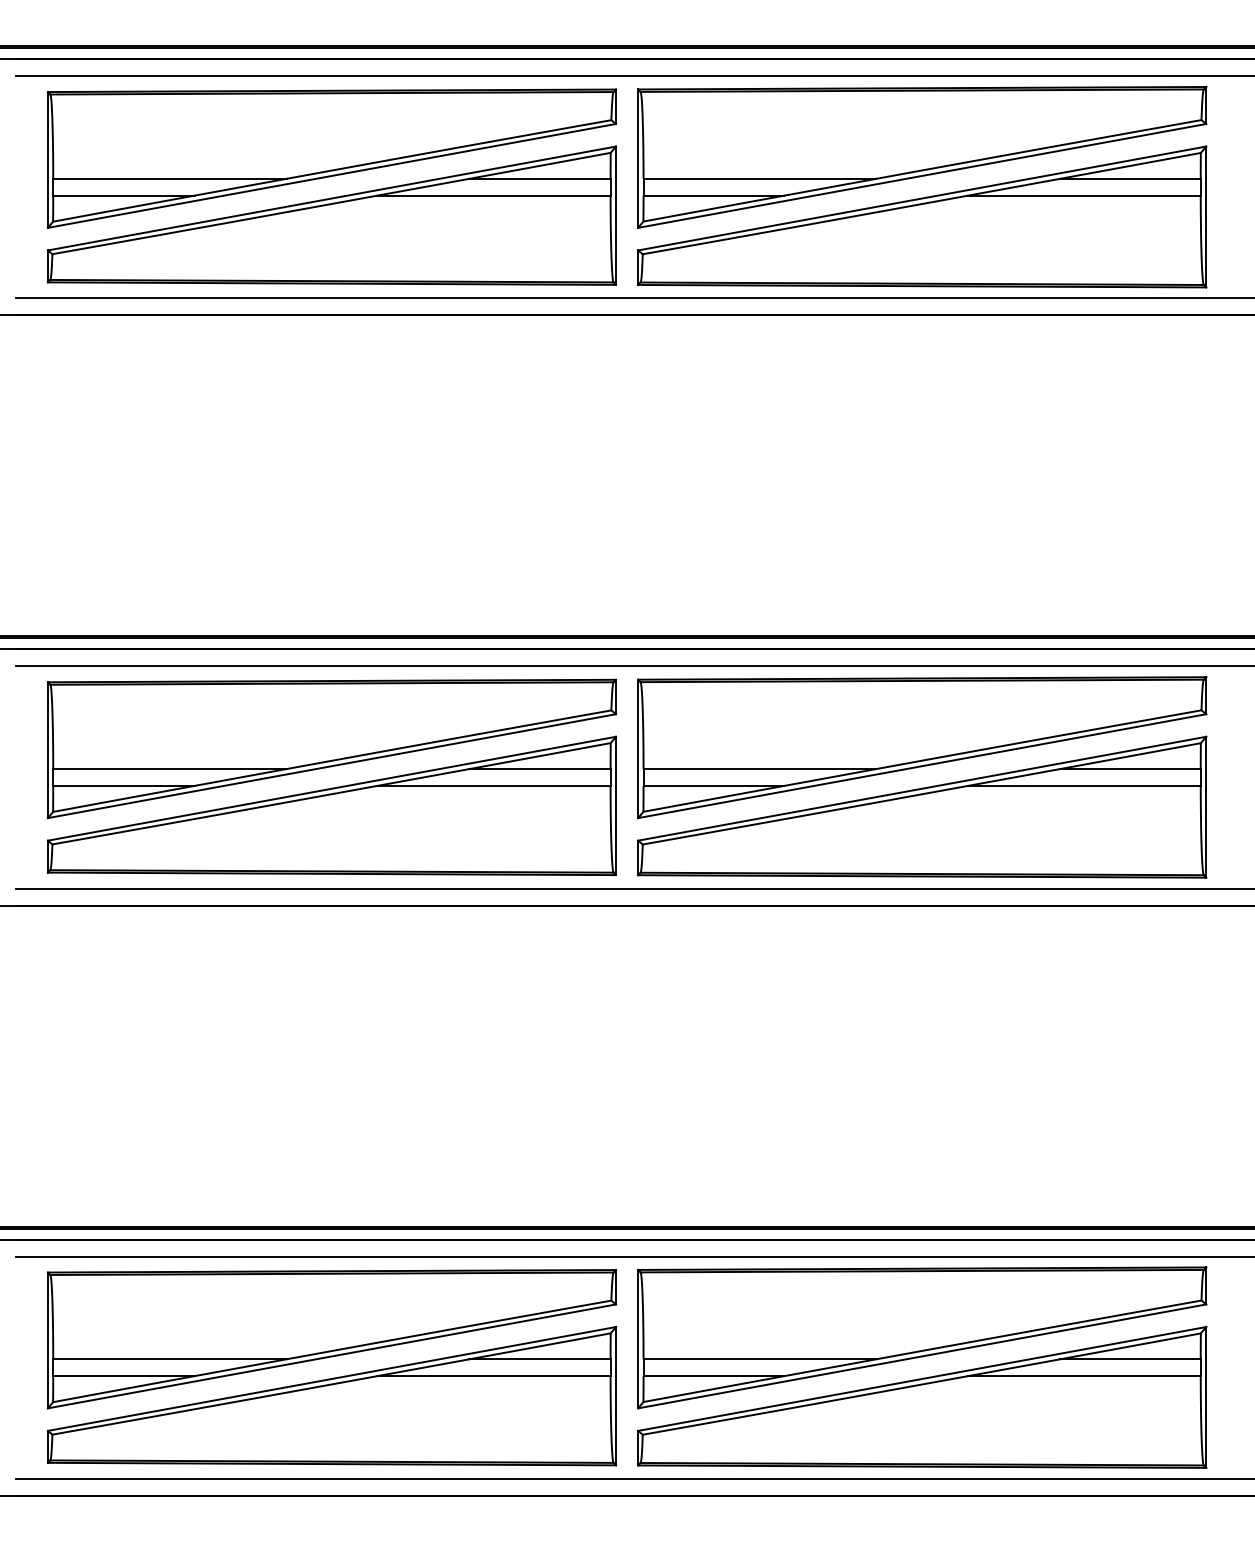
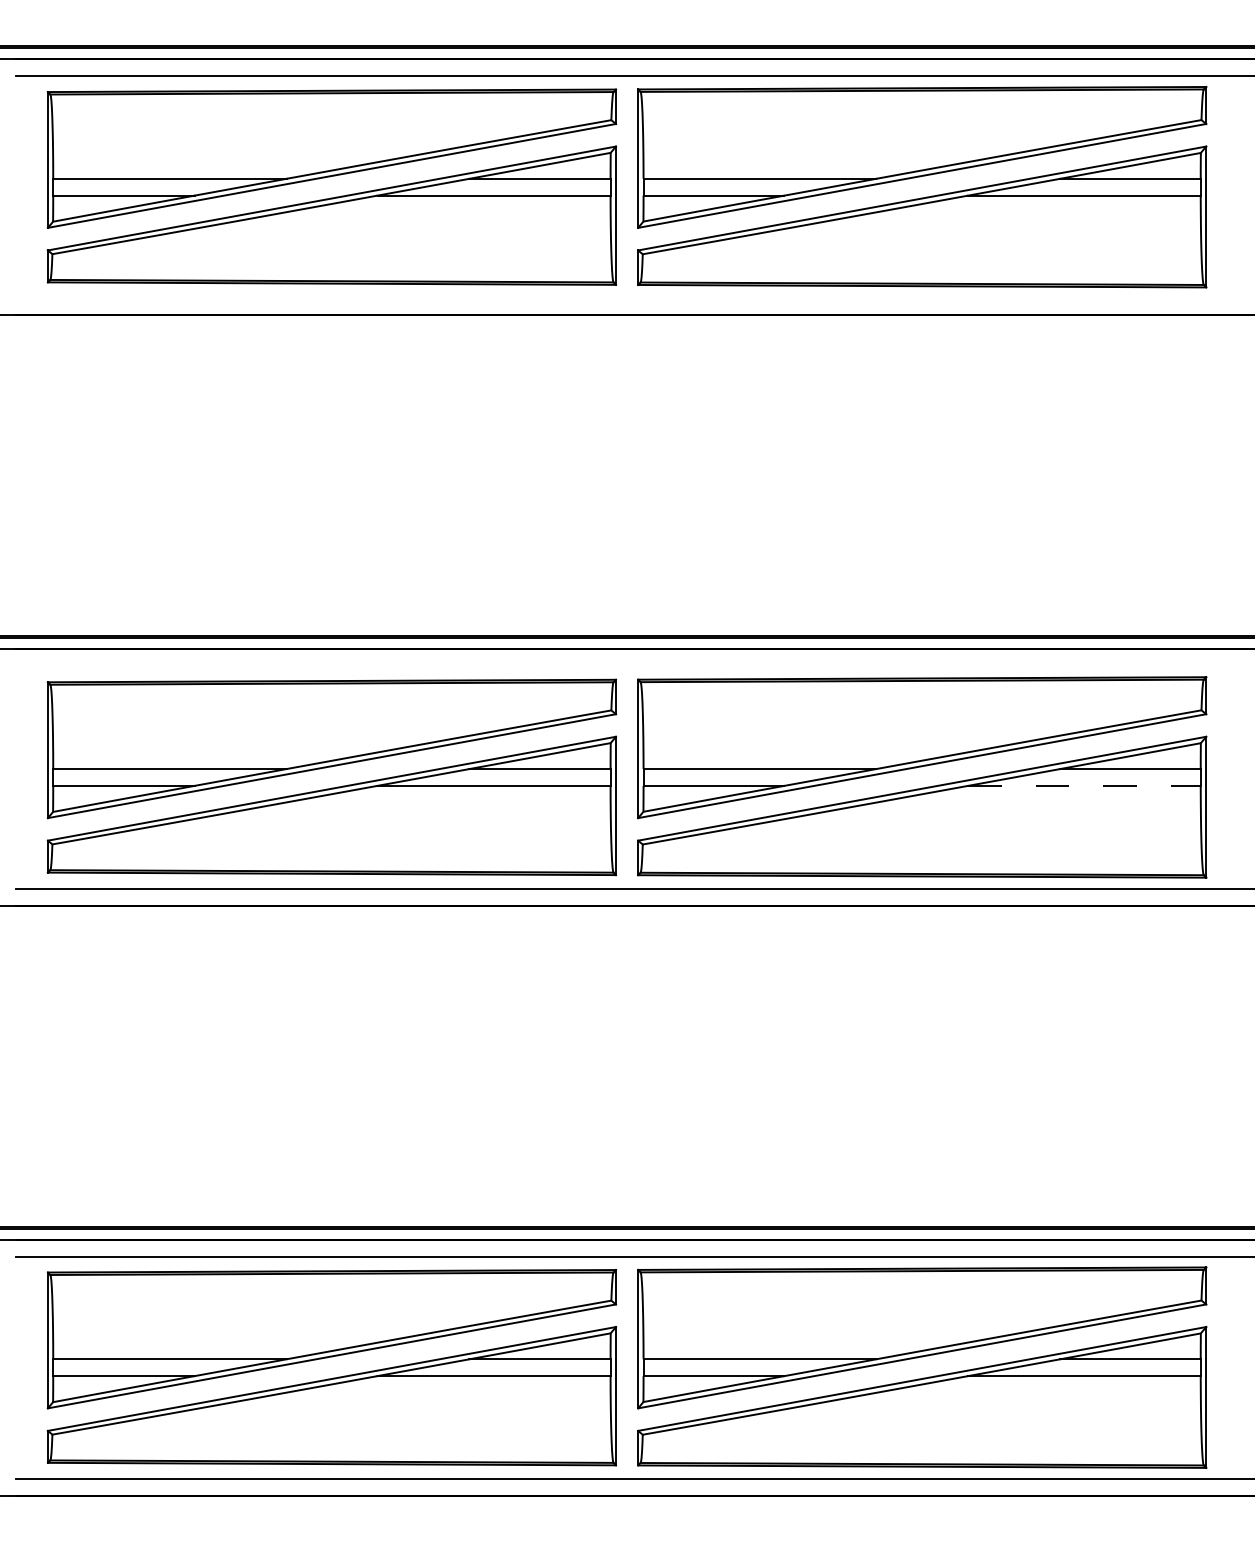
line at (633, 298): present -> none
line at (633, 666): present -> none
line at (1084, 785): solid -> dashed
